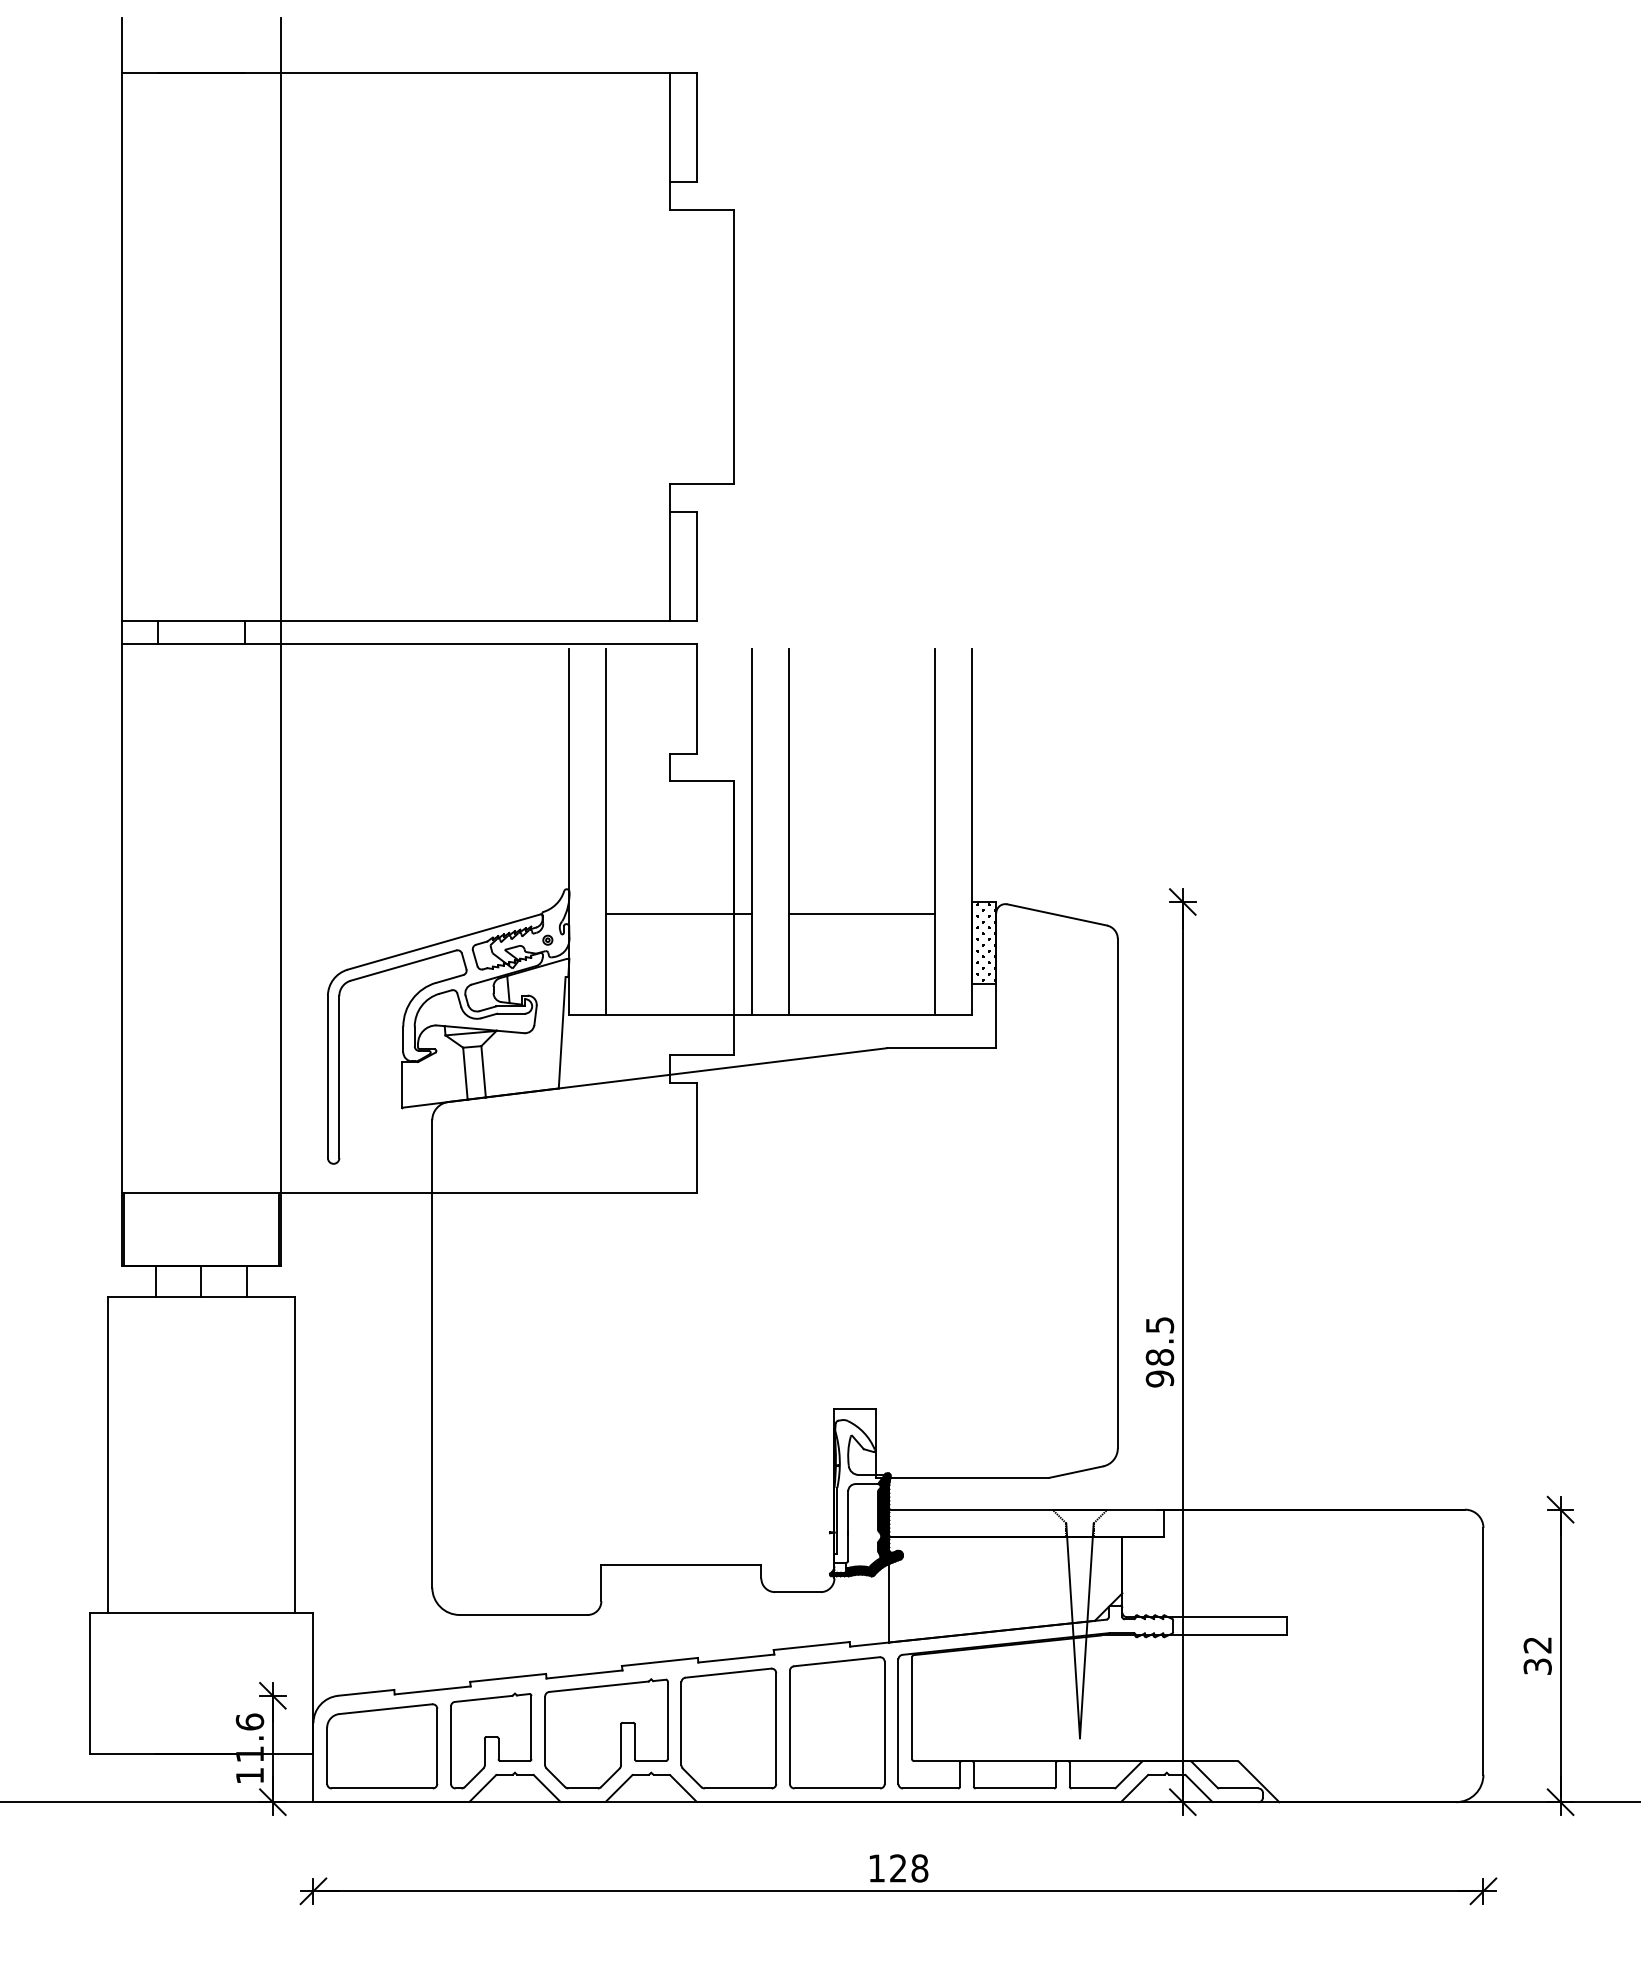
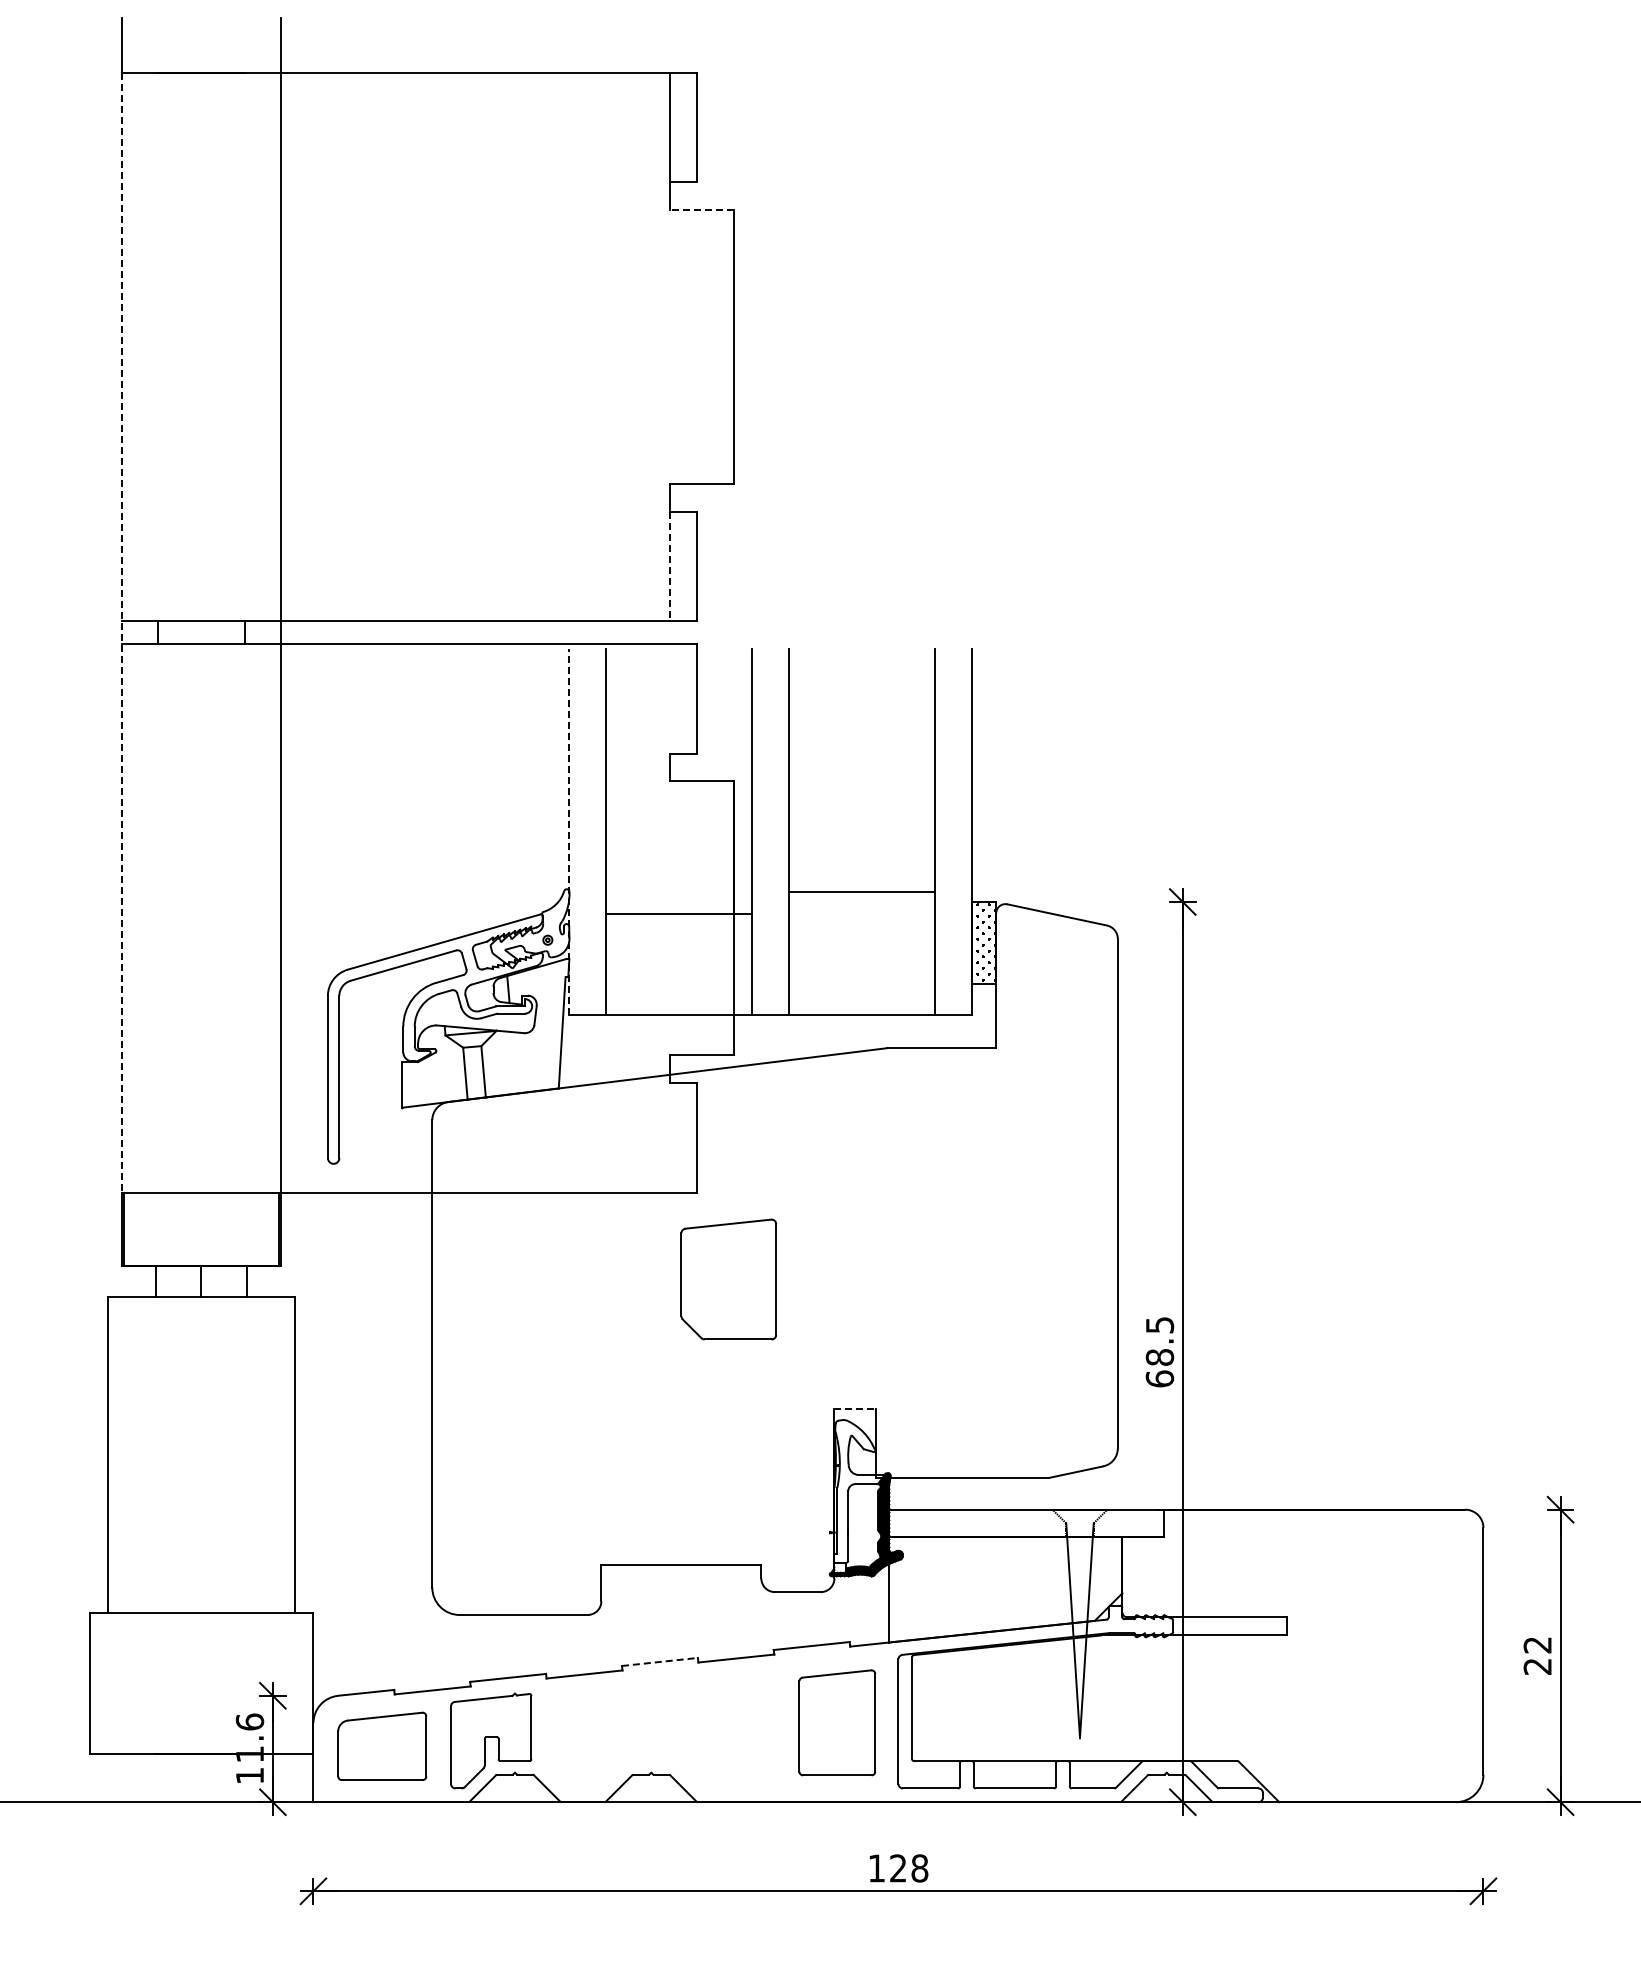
line at (701, 209): solid -> dashed
line at (669, 566): solid -> dashed
line at (121, 632): solid -> dashed
line at (569, 831): solid -> dashed
line at (861, 914) position: (861, 914) -> (861, 892)
text at (1159, 1378): 98.5 -> 68.5
line at (855, 1409): solid -> dashed
line at (660, 1661): solid -> dashed
text at (1537, 1666): 32 -> 22
part at (837, 1722) size: 97x134 px -> 79x108 px
part at (728, 1728) position: (728, 1728) -> (728, 1279)
part at (606, 1733): present -> none
part at (382, 1746) size: 113x87 px -> 91x70 px
